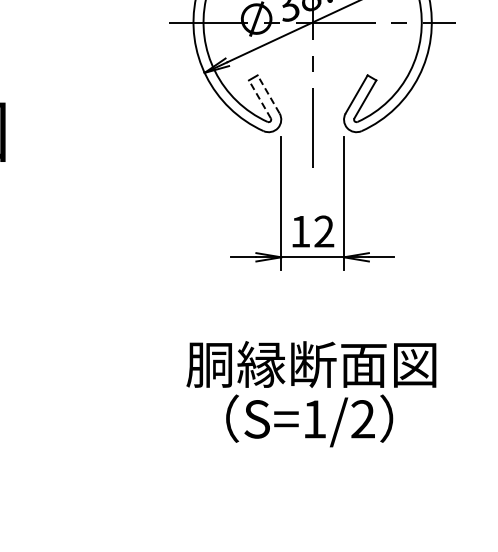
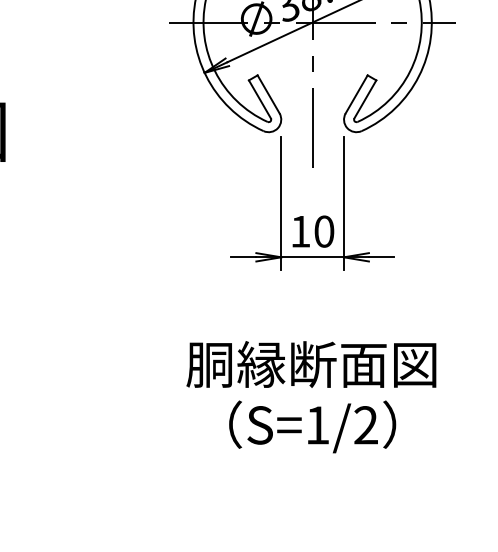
line at (268, 94): dashed -> solid
line at (259, 99): dashed -> solid
text at (324, 231): 12 -> 10
text at (309, 420) position: (309, 420) -> (312, 426)
